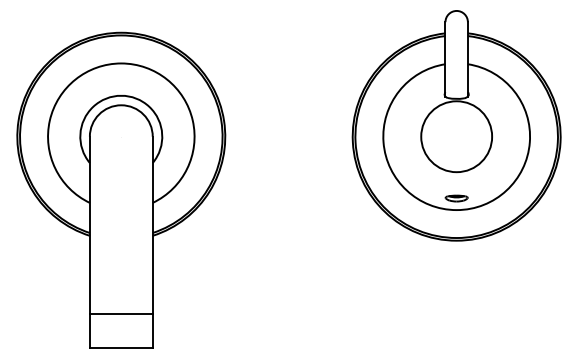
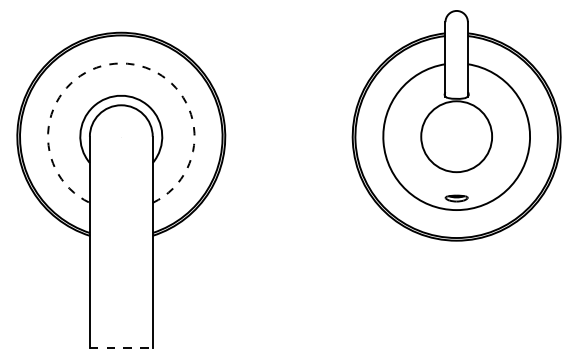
arc at (121, 63): solid -> dashed
line at (120, 314): present -> none
line at (121, 348): solid -> dashed
